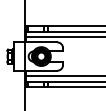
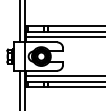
line at (19, 22): none -> present
line at (19, 88): none -> present
